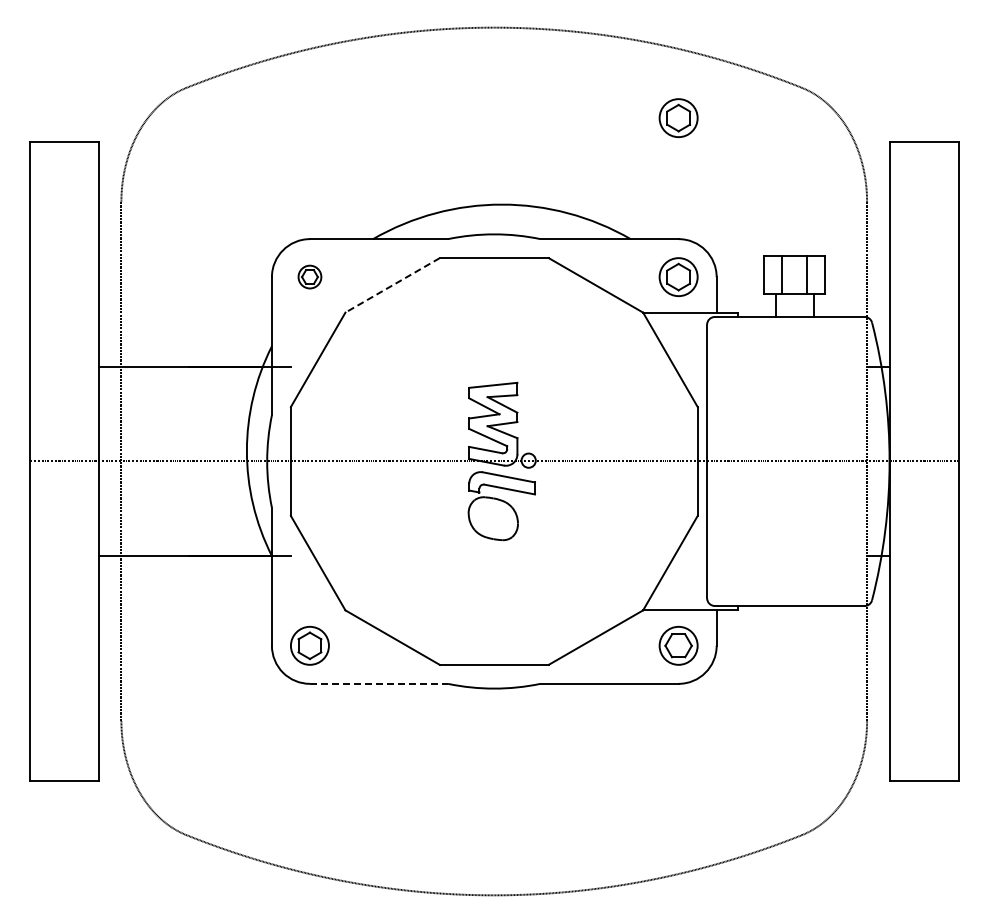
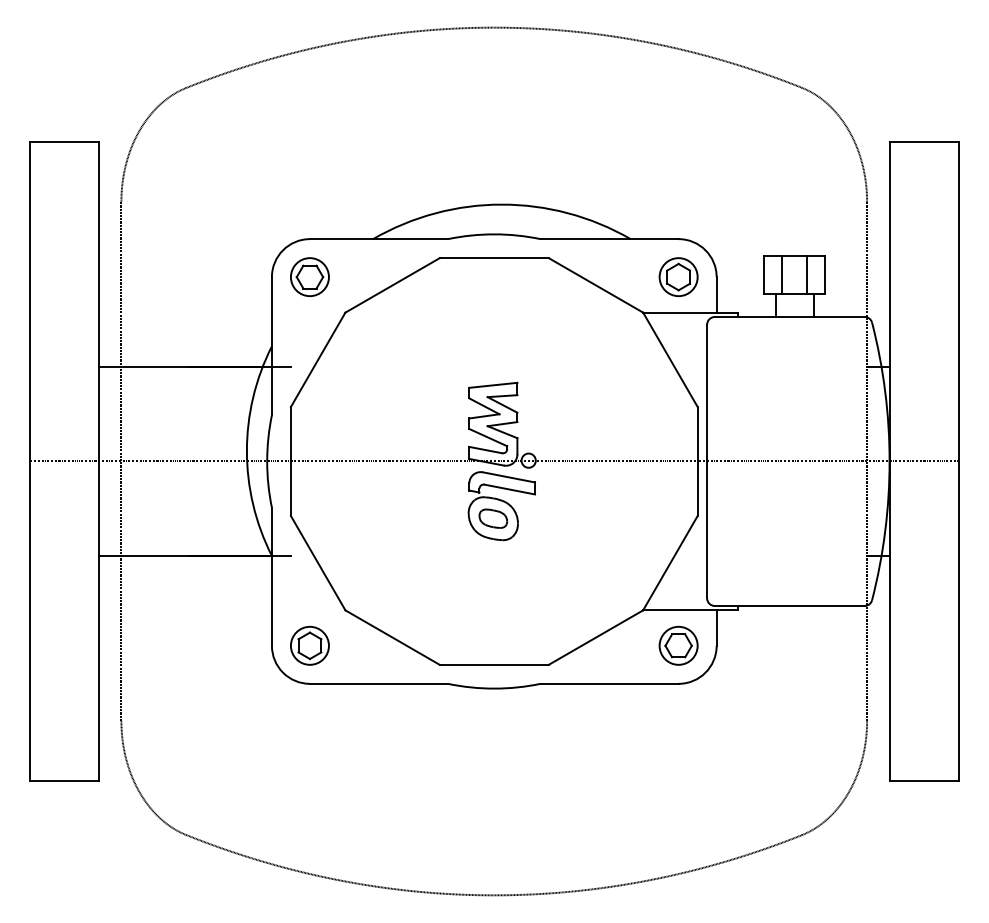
part at (678, 117): present -> none
part at (309, 276) size: 26x26 px -> 40x40 px
line at (392, 285): dashed -> solid
part at (492, 518): none -> present
line at (379, 683): dashed -> solid
